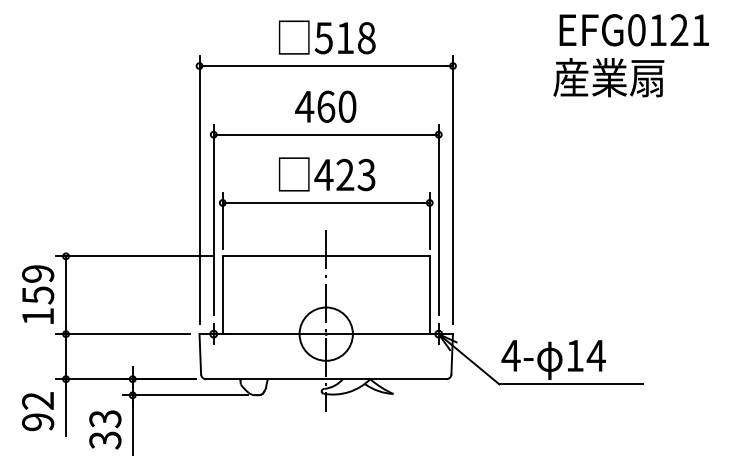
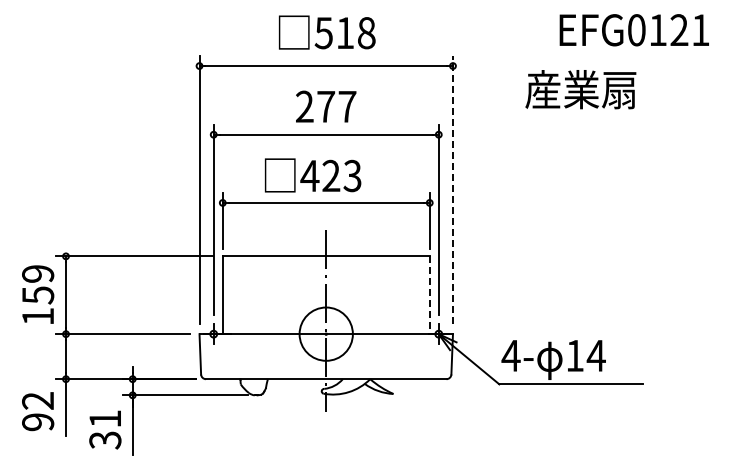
text at (326, 37) position: (326, 37) -> (326, 32)
text at (608, 77) position: (608, 77) -> (580, 89)
text at (325, 106): 460 -> 277
text at (326, 174) position: (326, 174) -> (312, 175)
line at (452, 189): solid -> dashed
line at (429, 295): solid -> dashed
text at (105, 419): 33 -> 31
